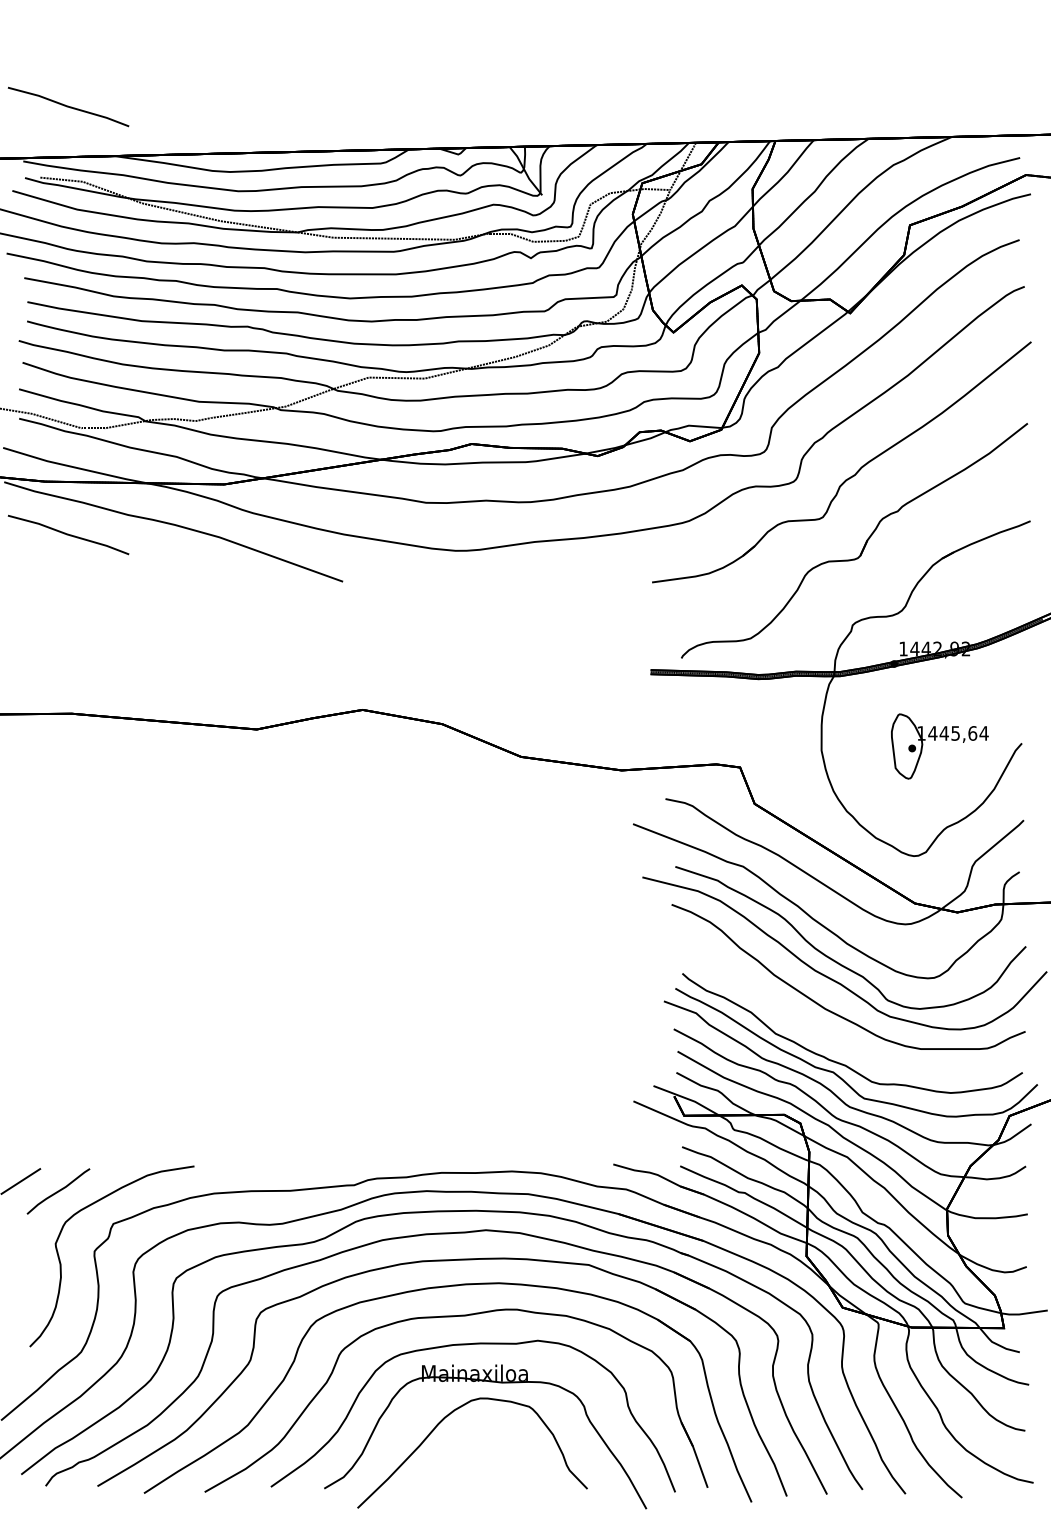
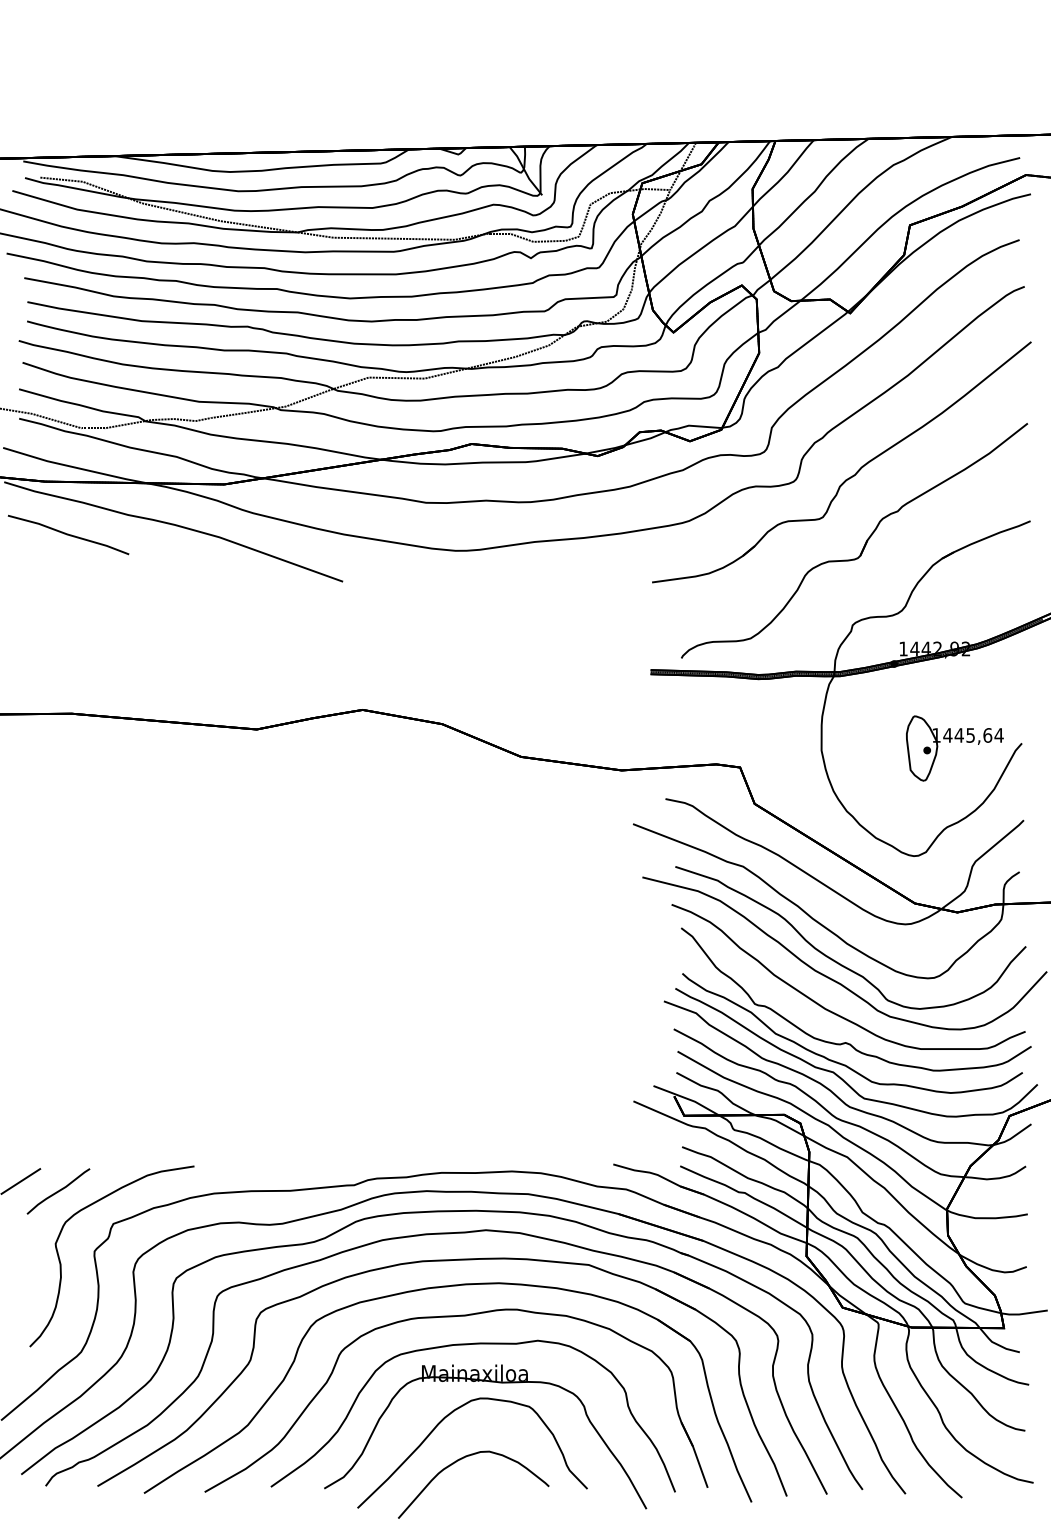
part at (68, 106): present -> none
part at (935, 740) position: (935, 740) -> (950, 742)
part at (847, 1042): none -> present
part at (460, 1460): none -> present
